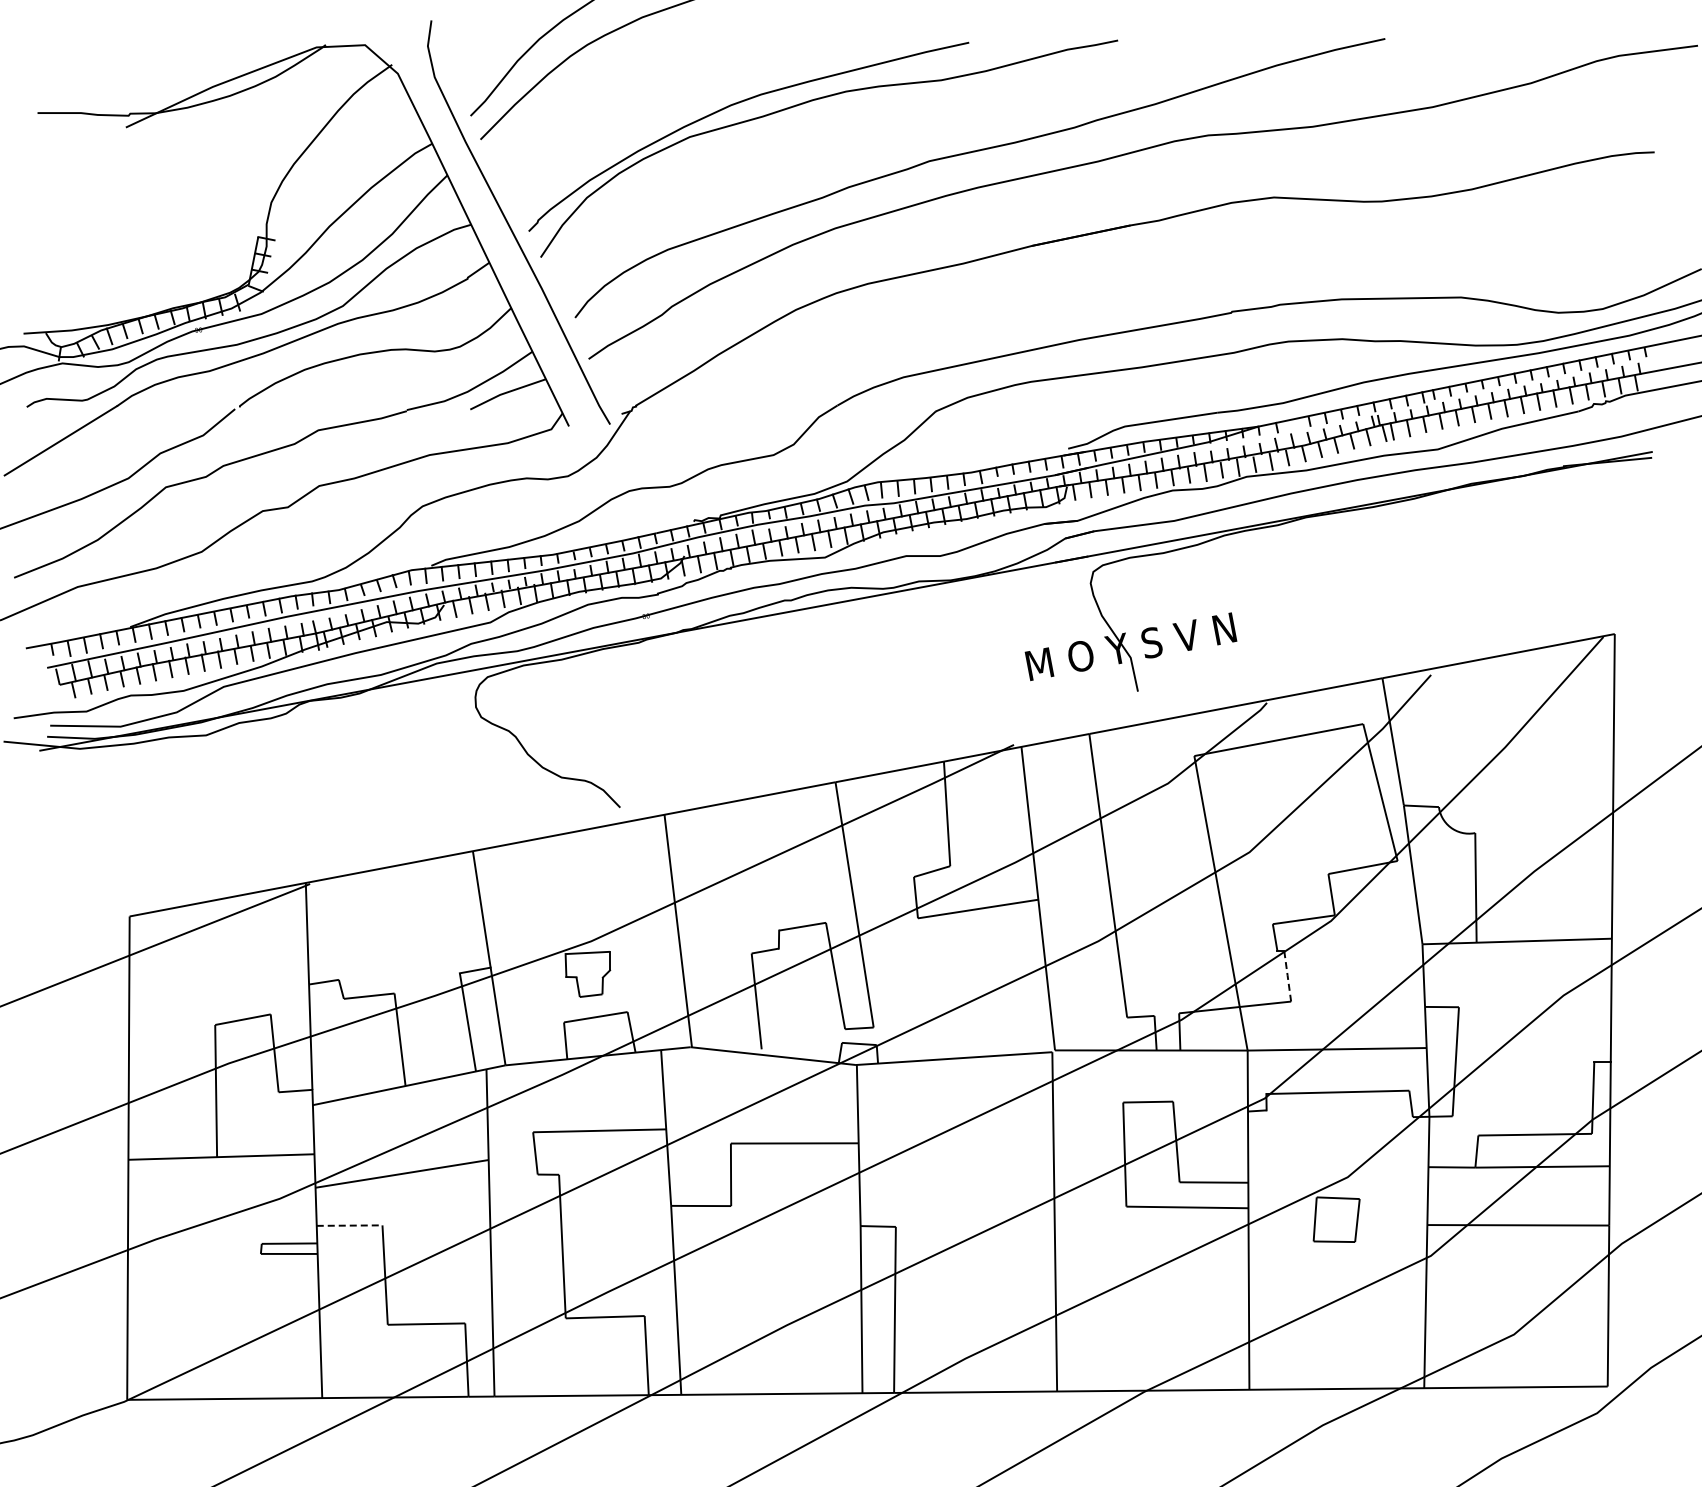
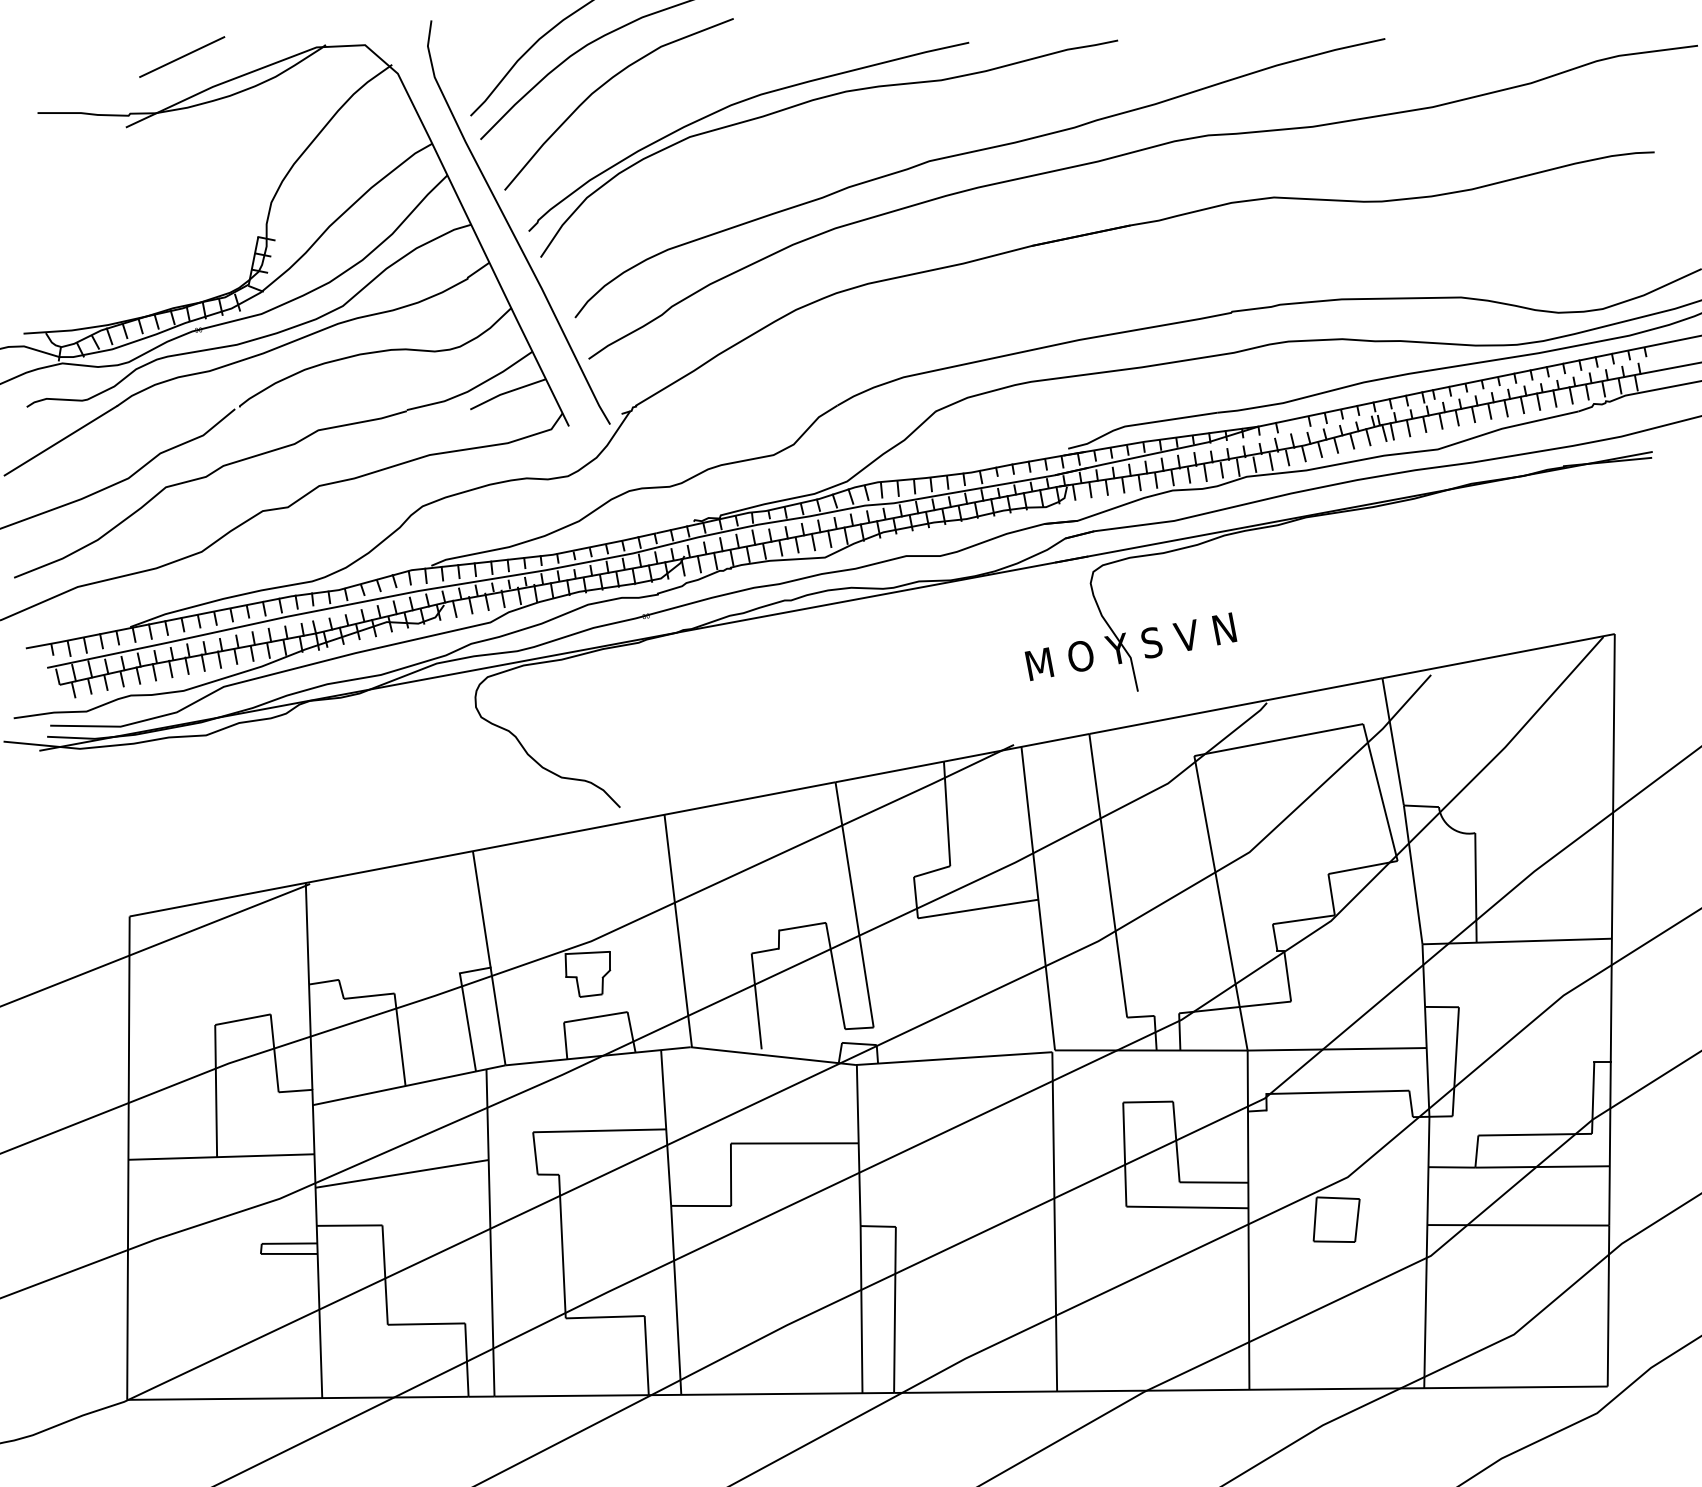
line at (182, 56): none -> present
curve at (604, 85): none -> present
line at (1287, 976): dashed -> solid
line at (350, 1225): dashed -> solid
